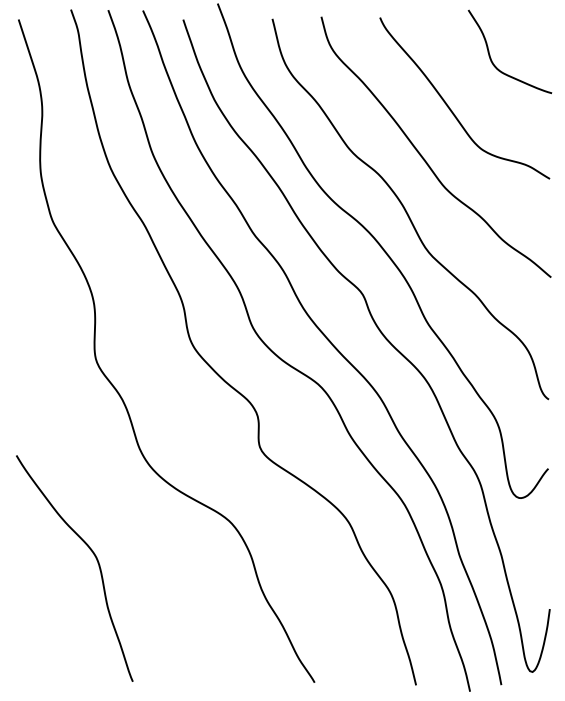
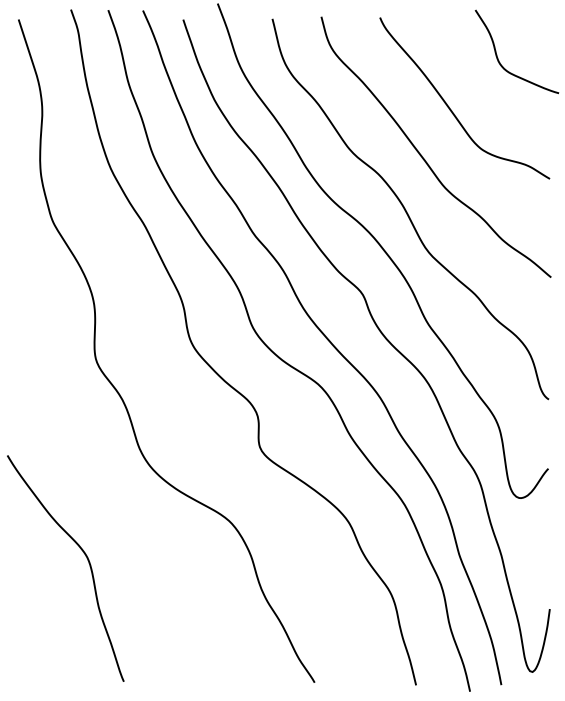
curve at (490, 54) position: (490, 54) -> (497, 54)
curve at (95, 558) position: (95, 558) -> (86, 558)
